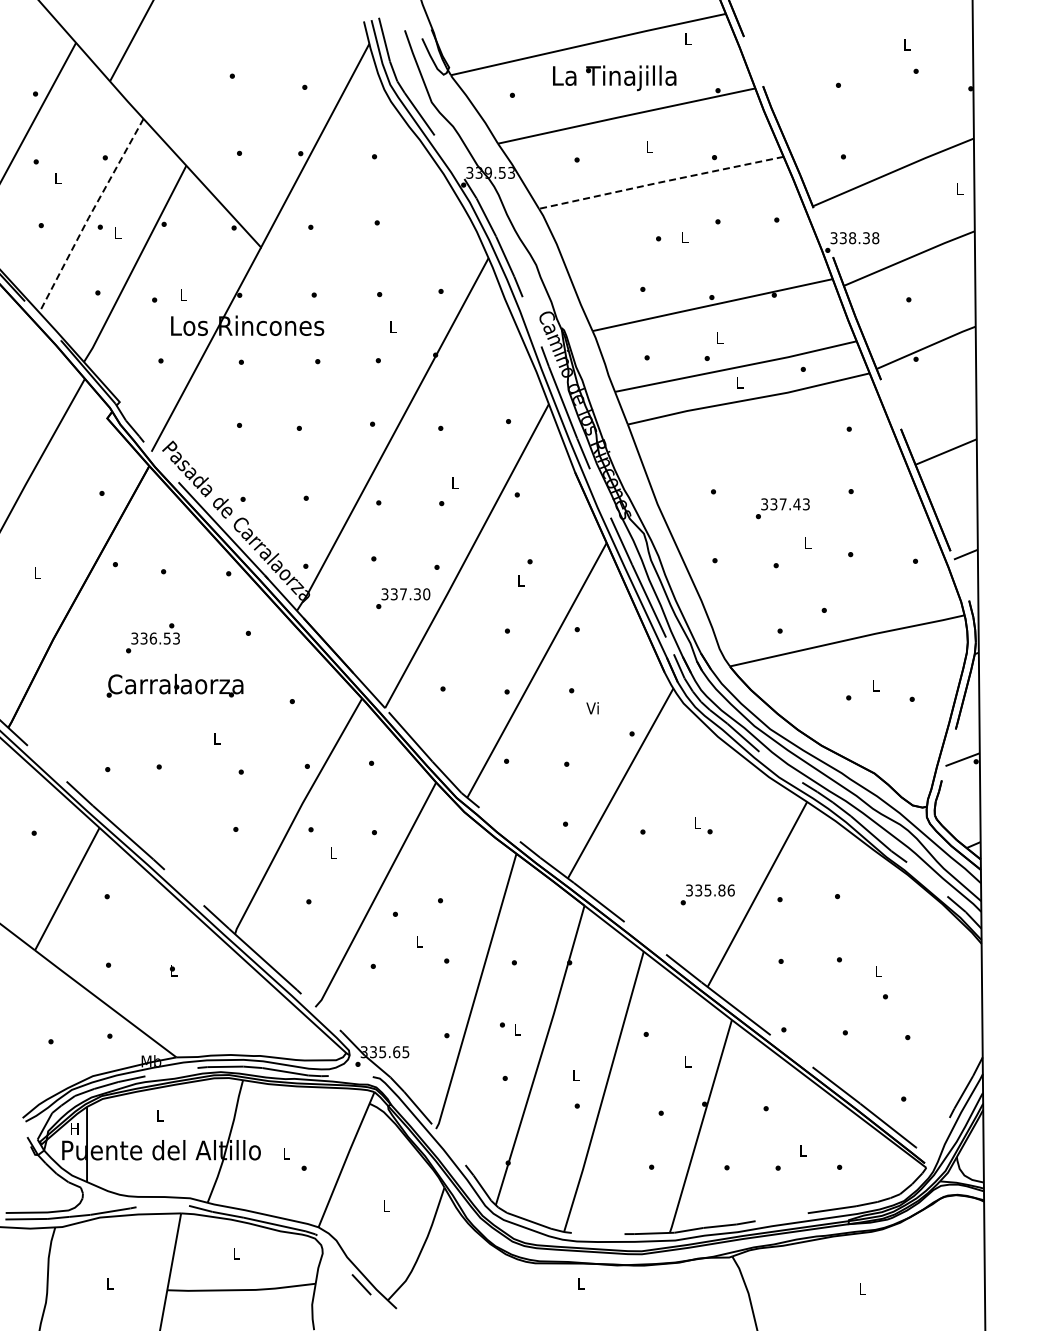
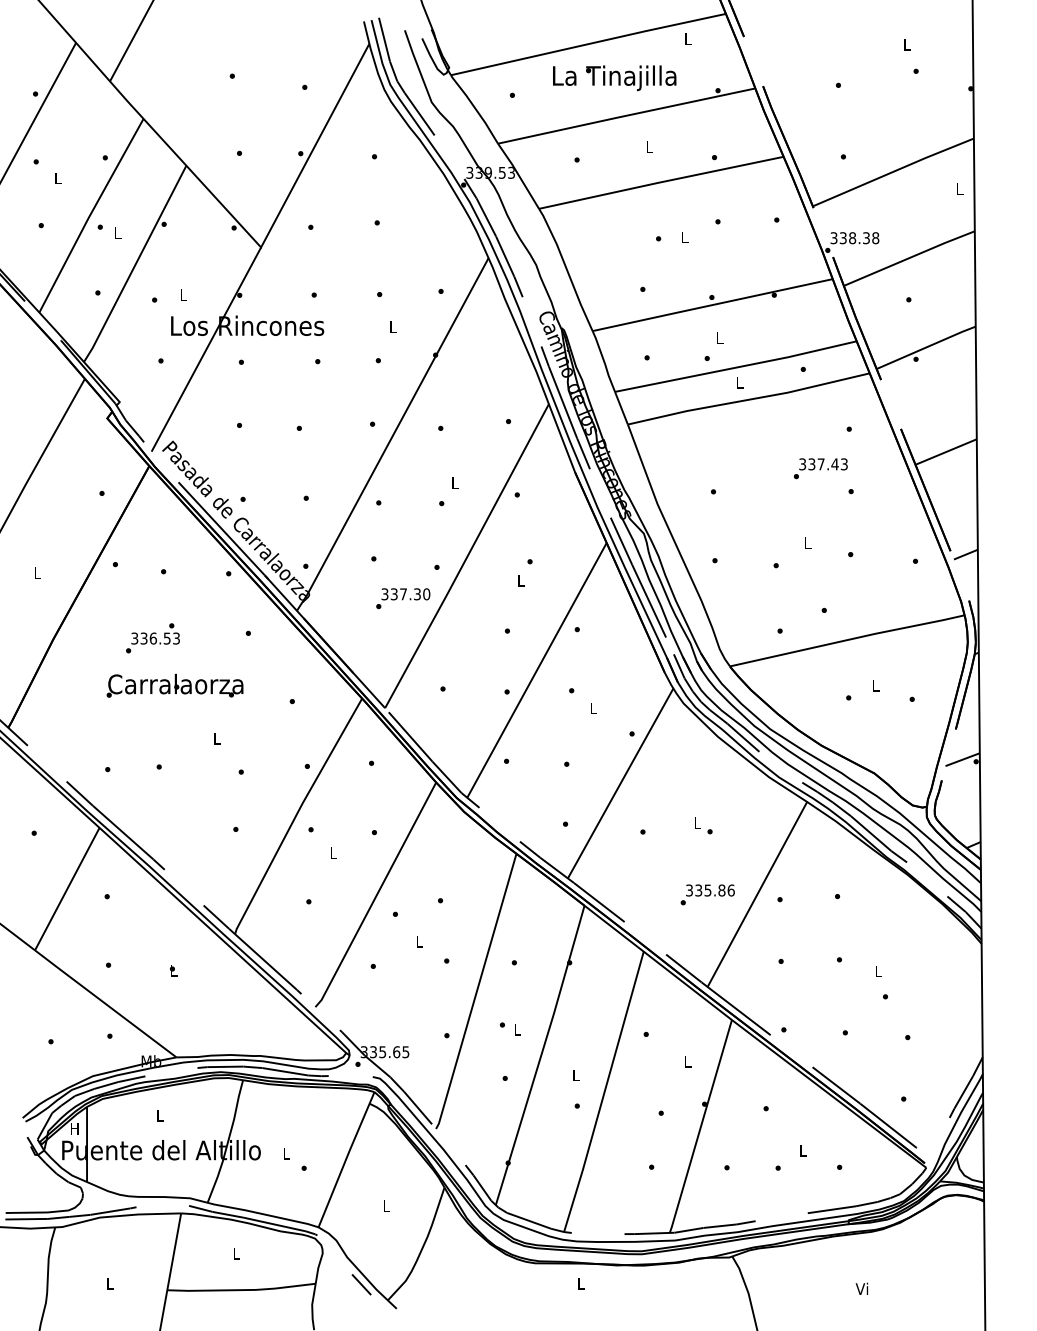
line at (660, 182): dashed -> solid
line at (90, 215): dashed -> solid
text at (782, 508) position: (782, 508) -> (820, 468)
text at (592, 708): Vi -> L
text at (861, 1288): L -> Vi
